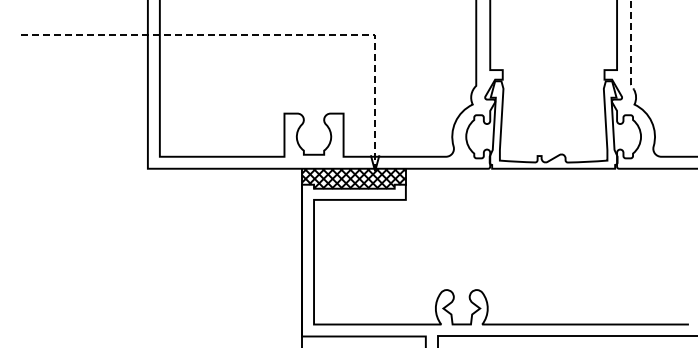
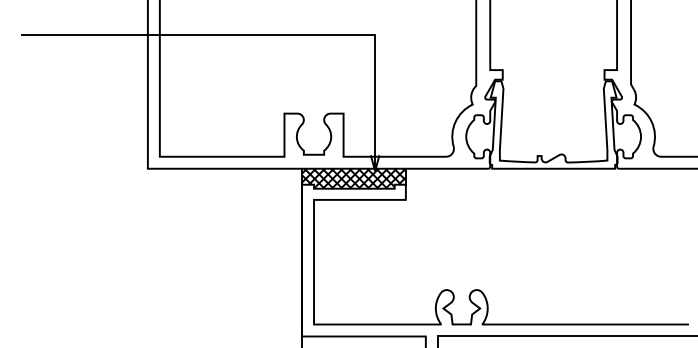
line at (266, 34): dashed -> solid
line at (631, 46): dashed -> solid
